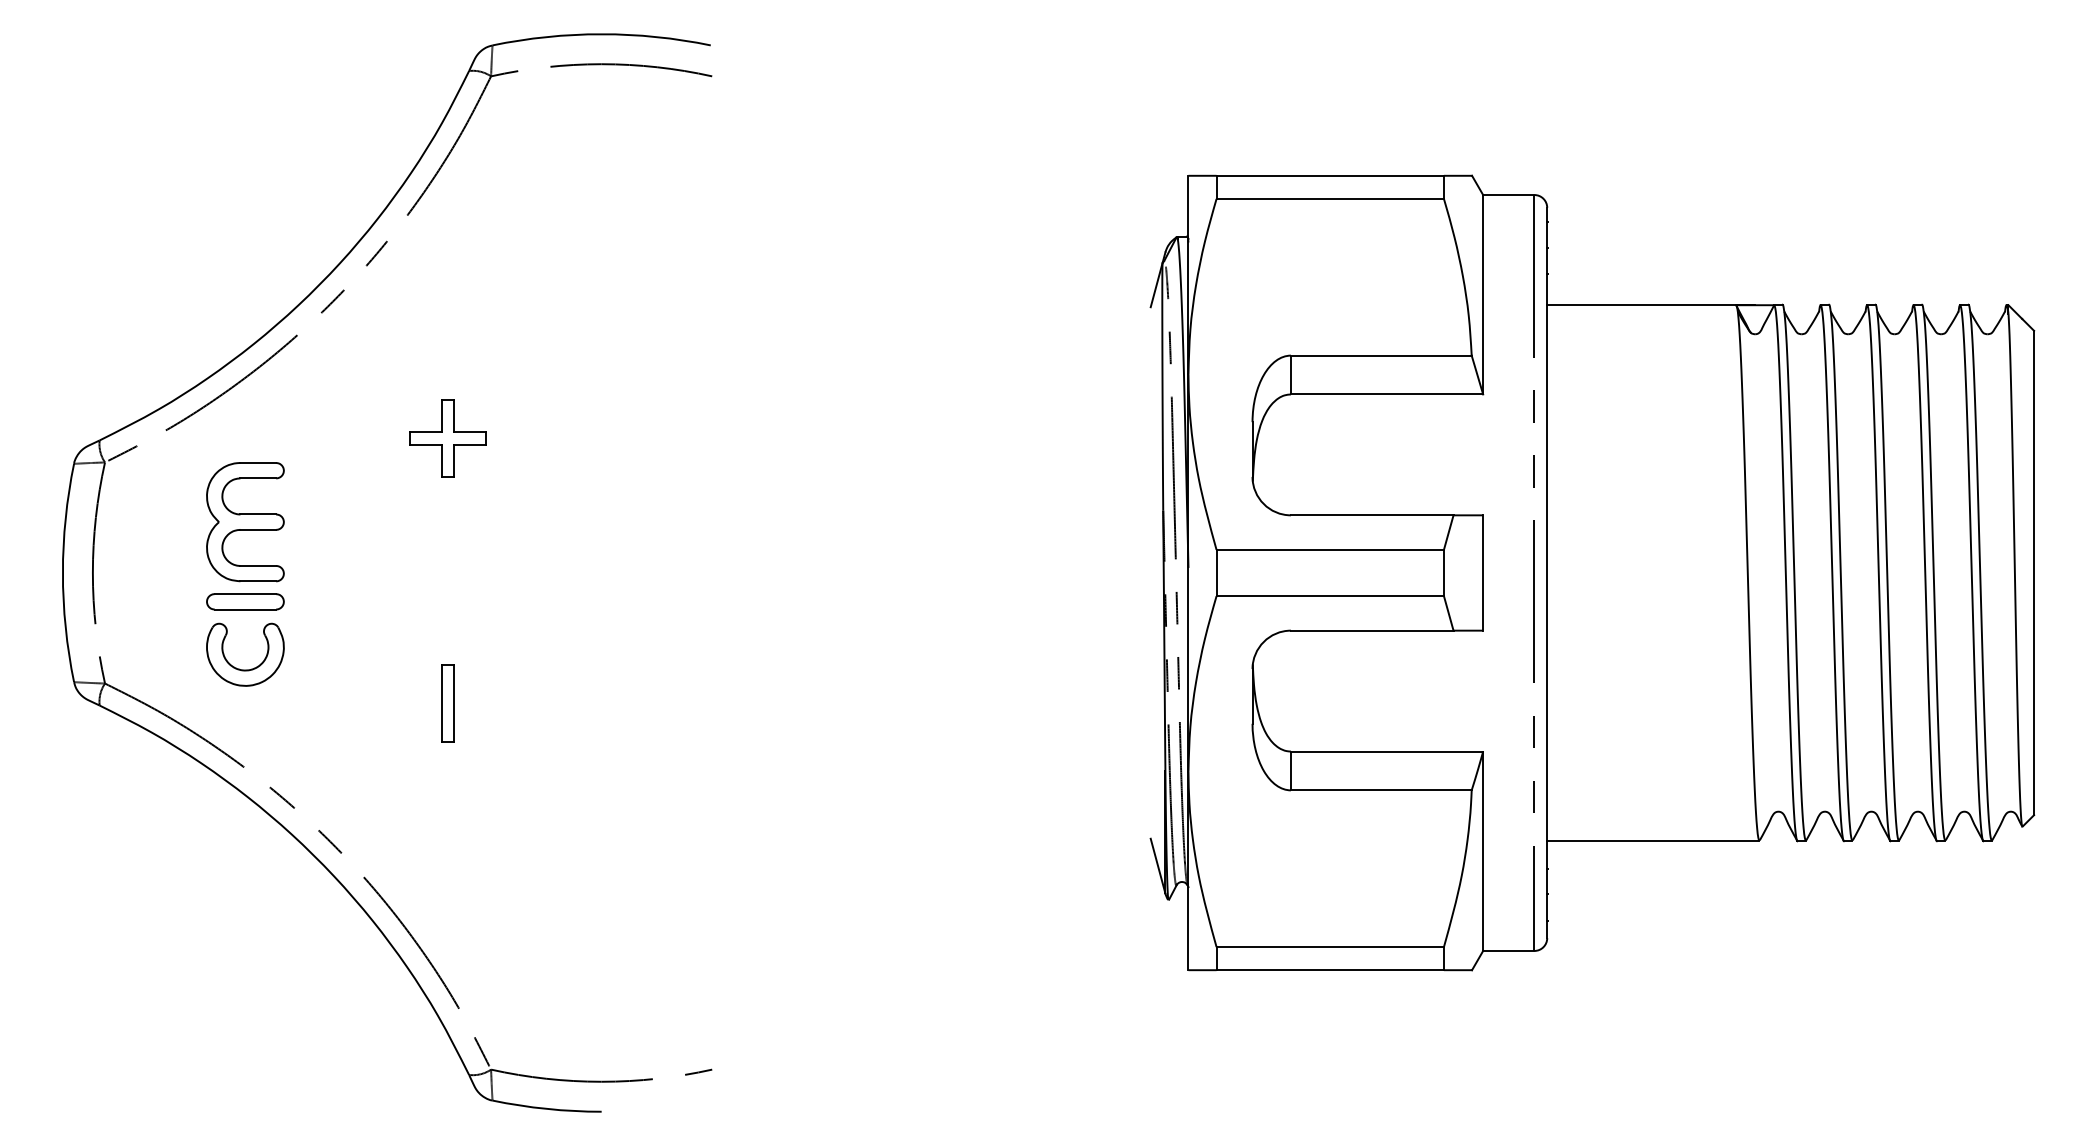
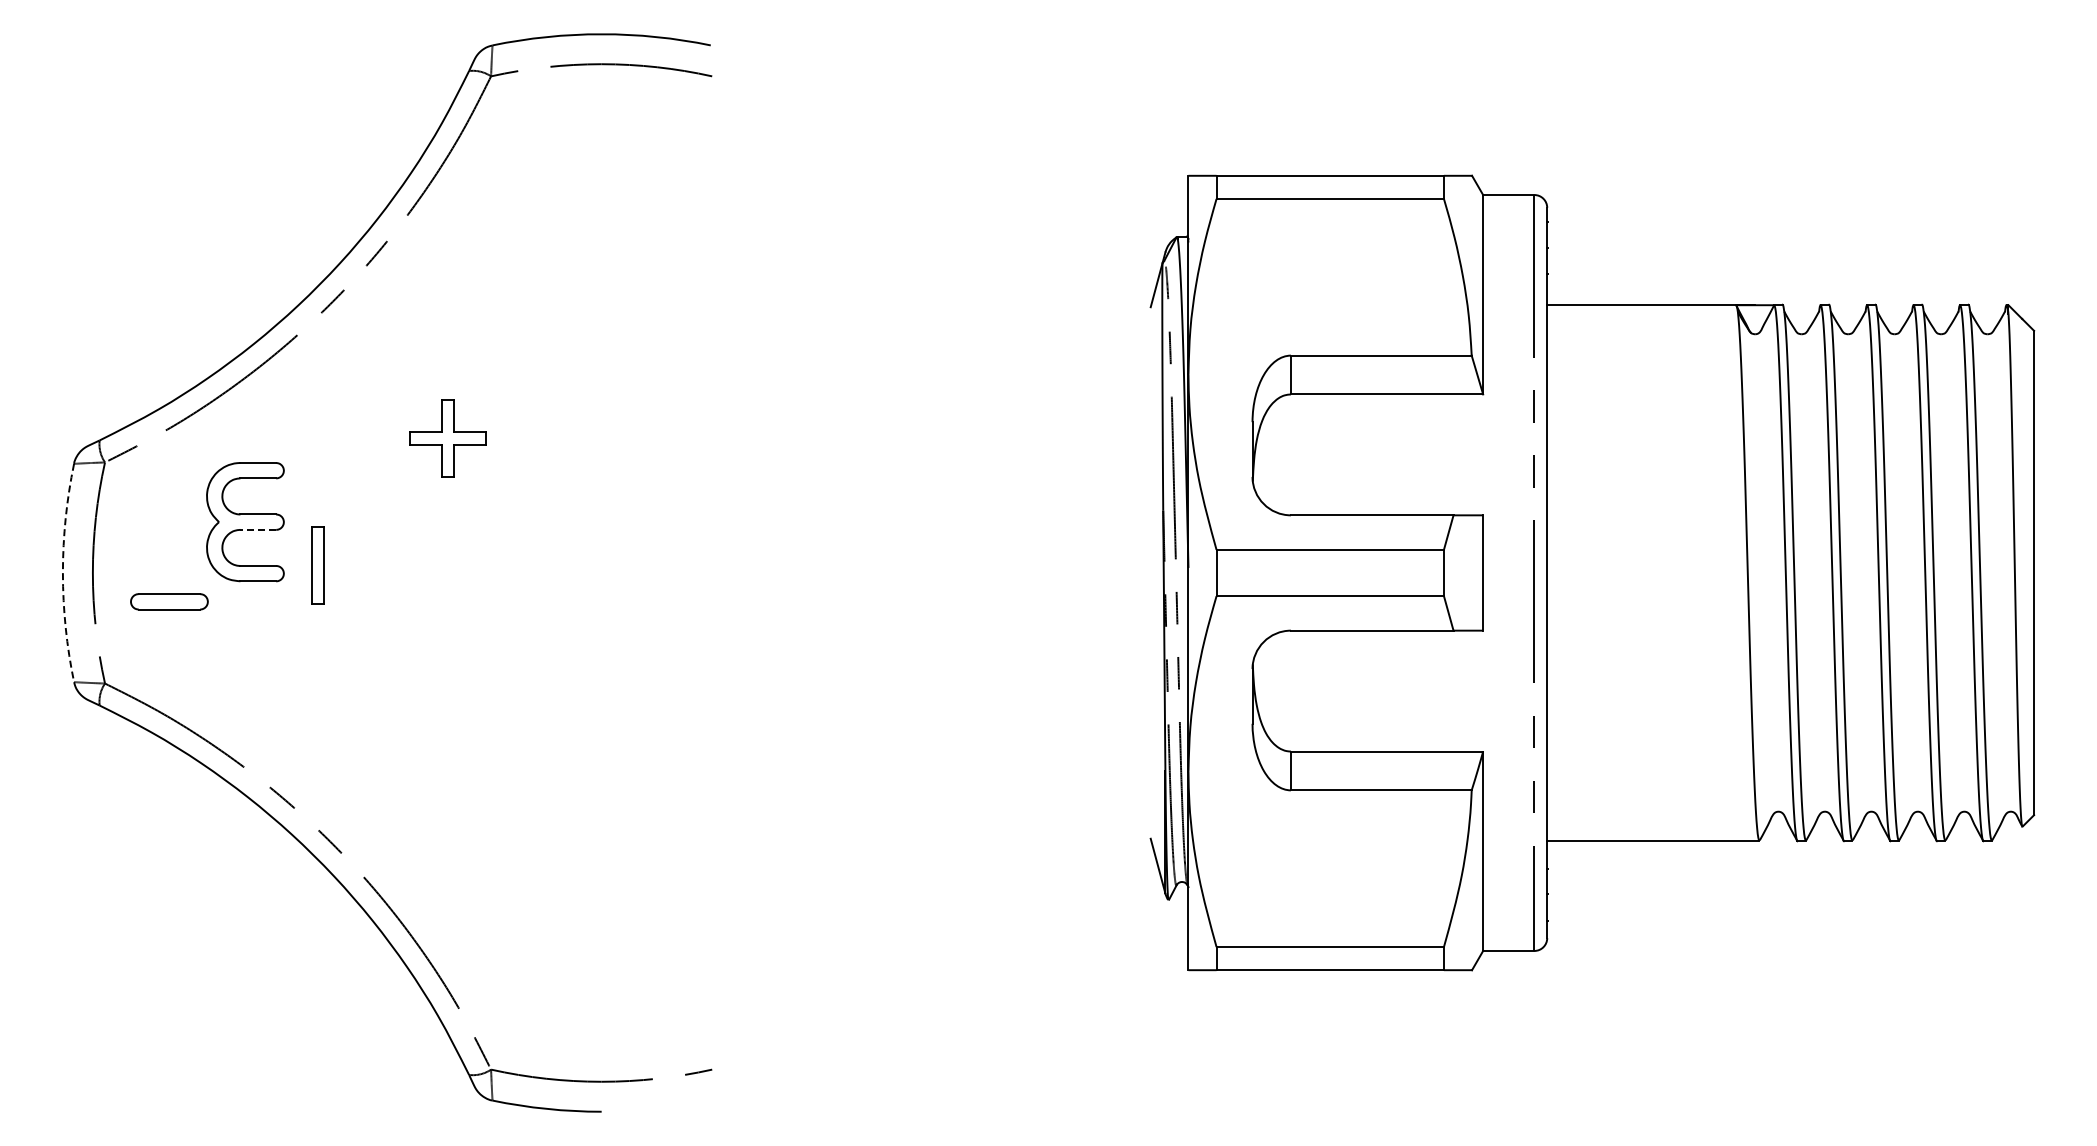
line at (258, 529): solid -> dashed
arc at (62, 573): solid -> dashed
part at (245, 601) position: (245, 601) -> (169, 601)
part at (245, 669): present -> none
part at (447, 703) position: (447, 703) -> (317, 565)
